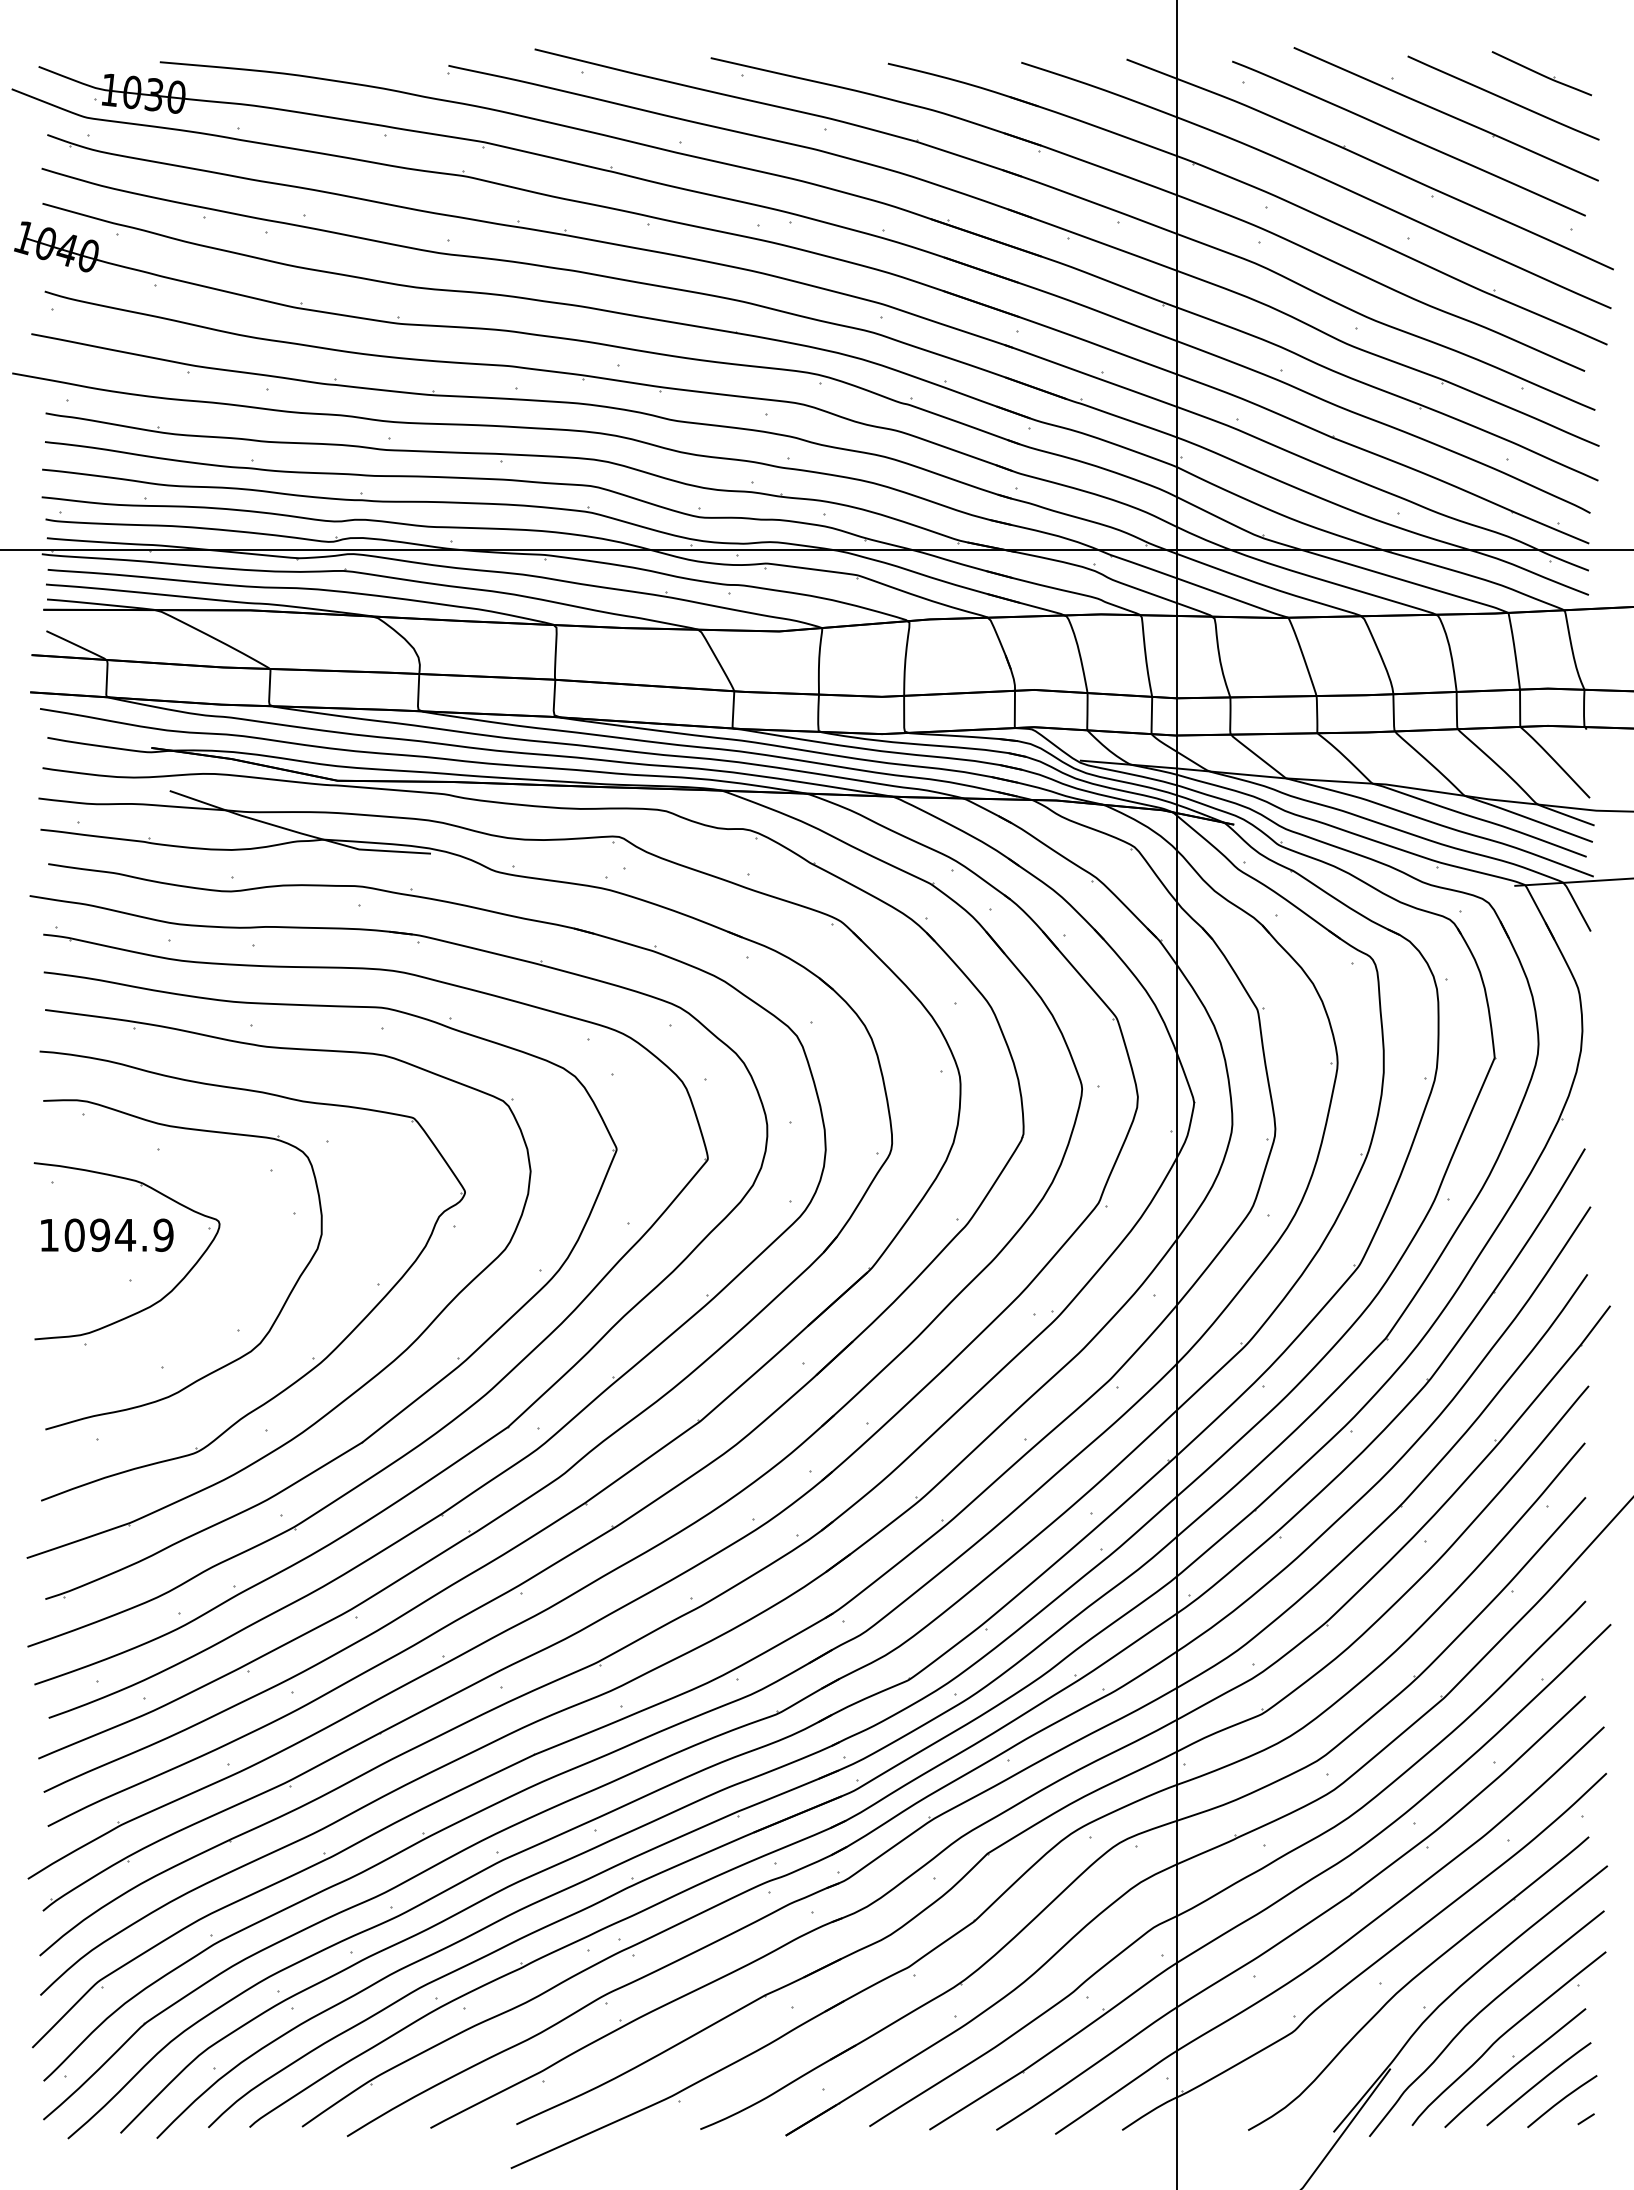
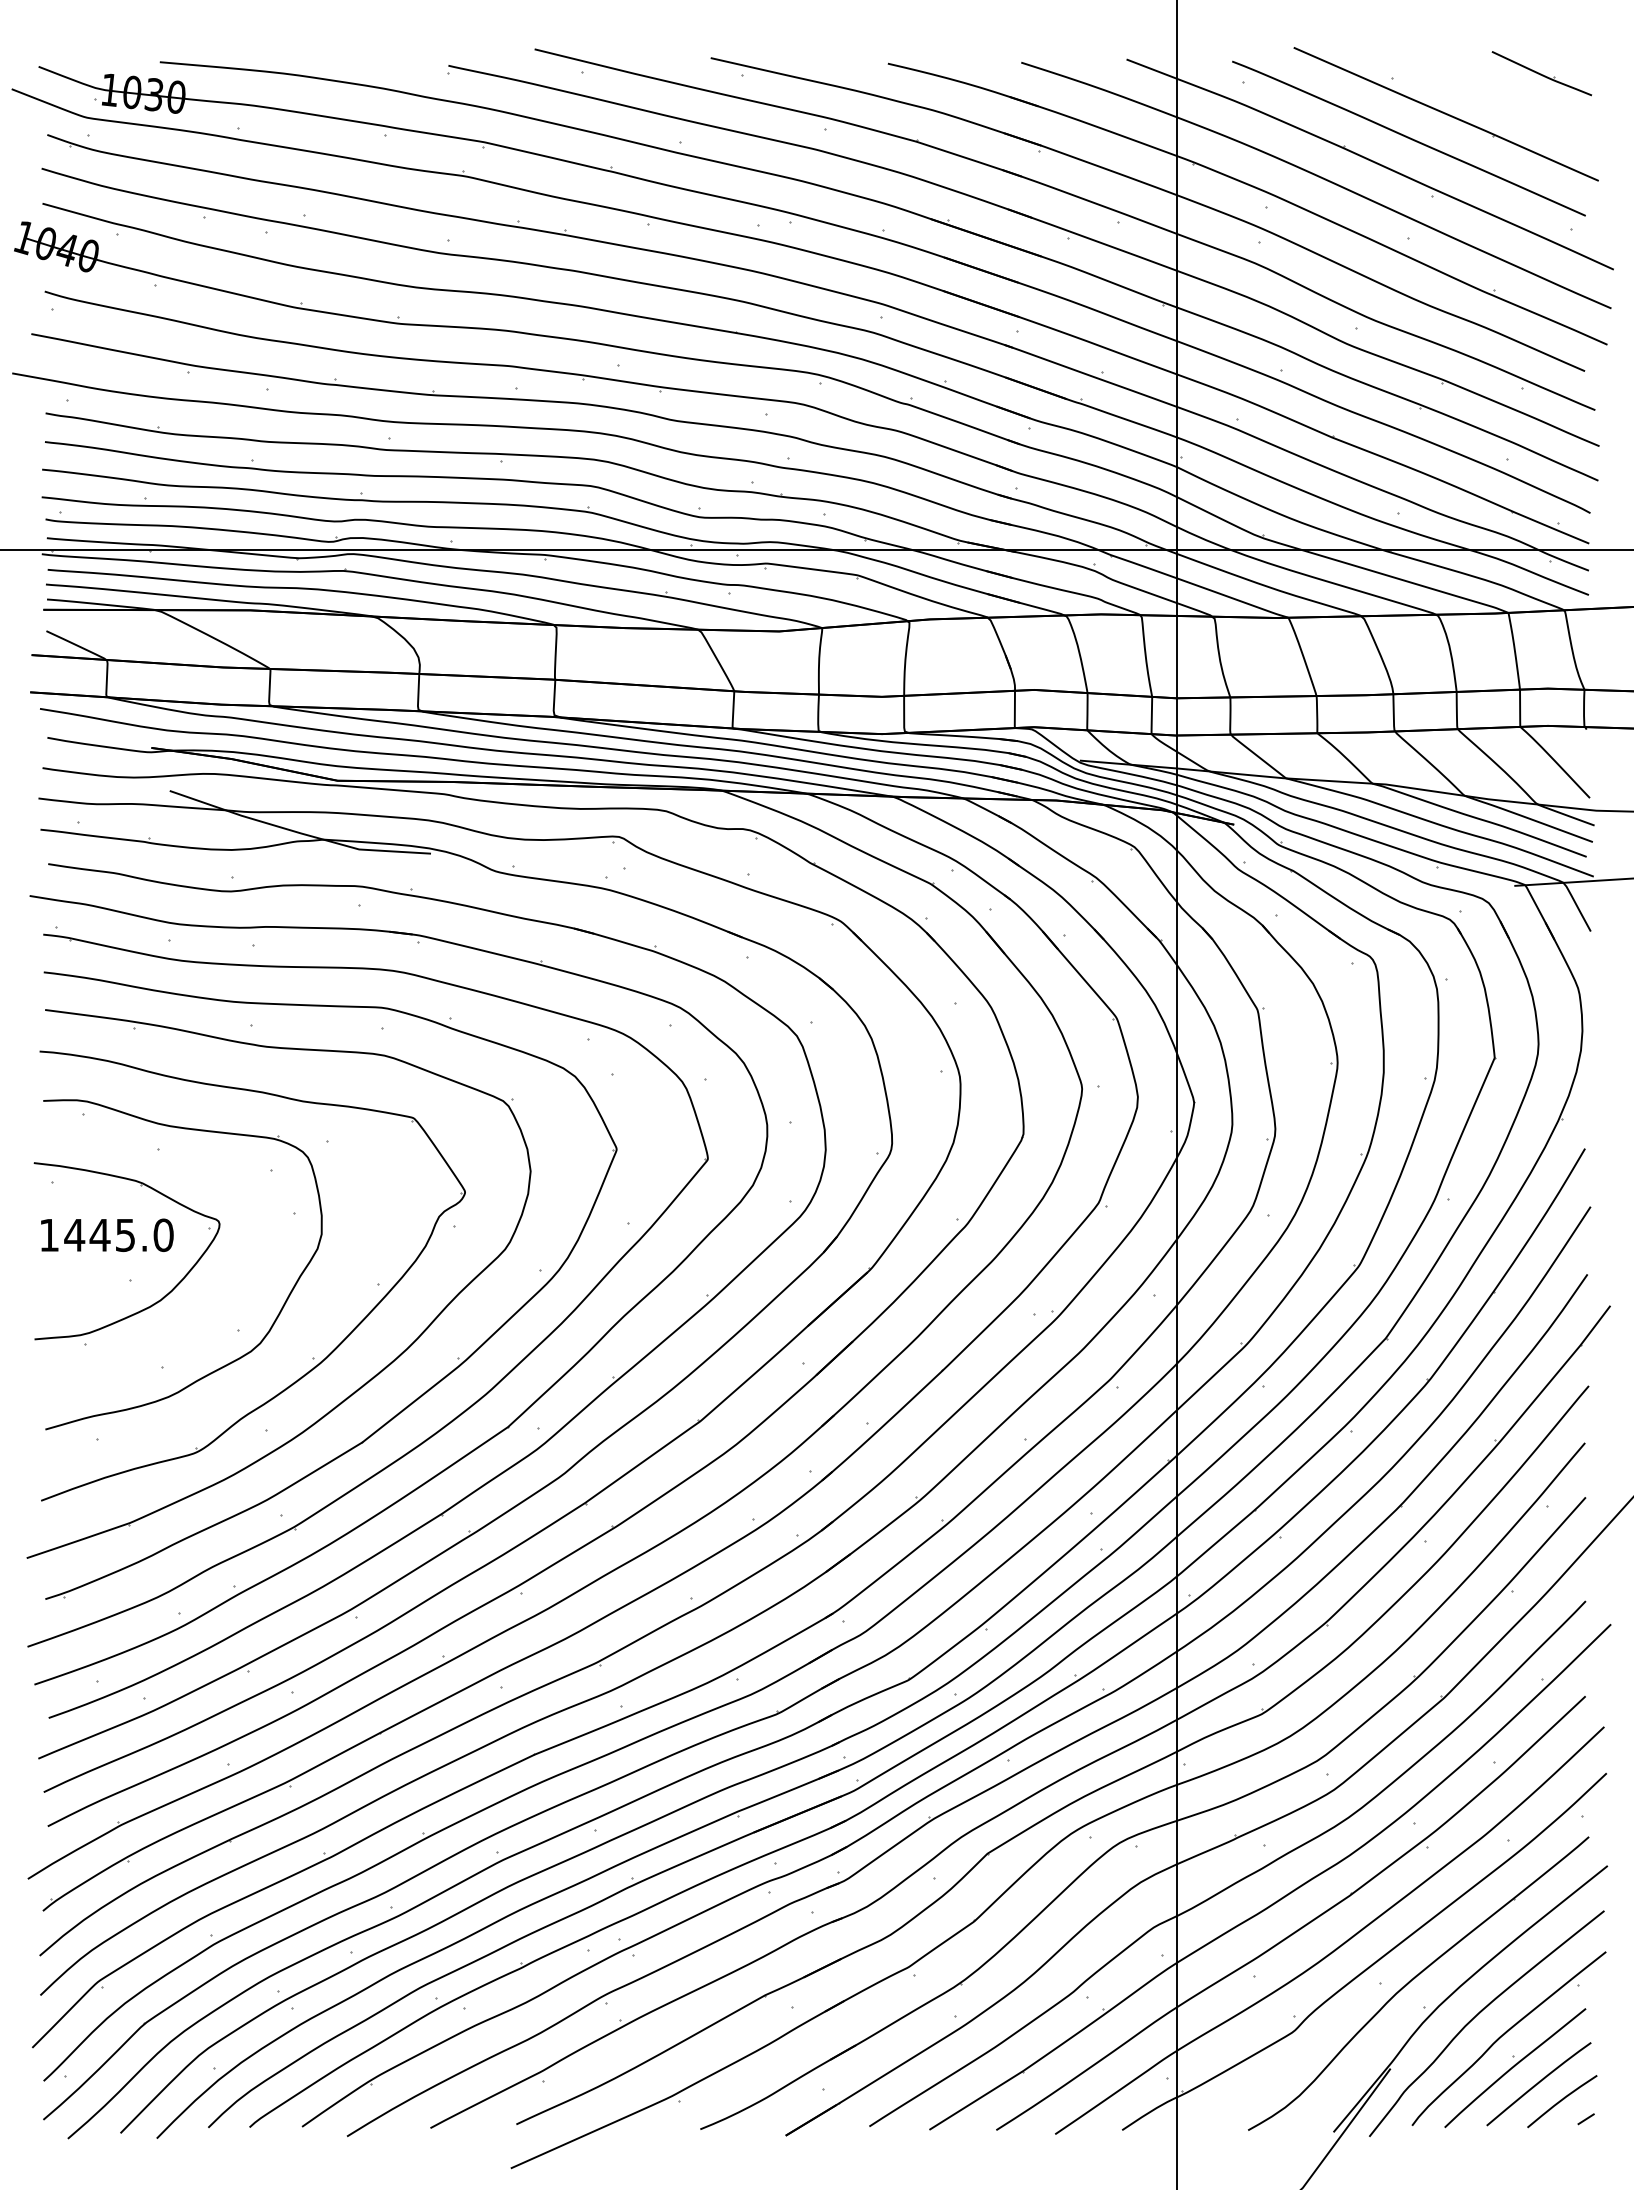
line at (1503, 97): present -> none
text at (118, 1235): 1094.9 -> 1445.0
